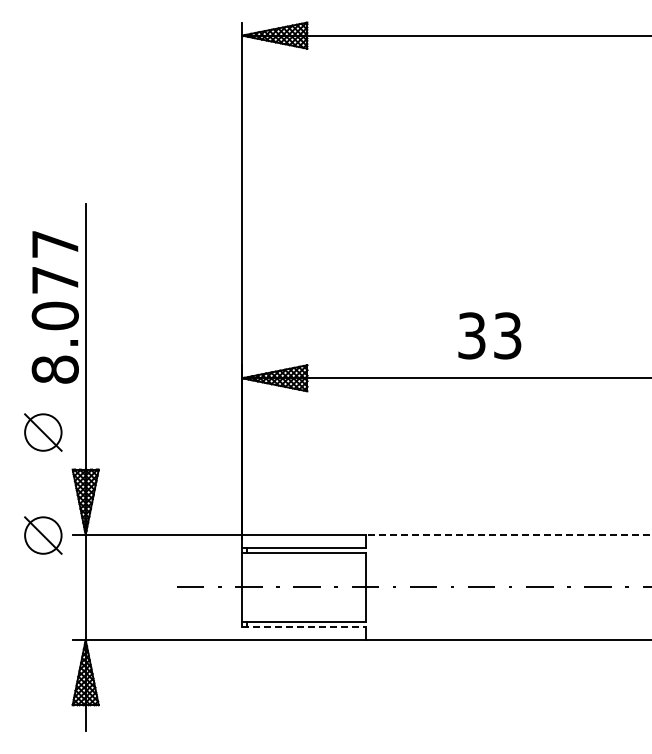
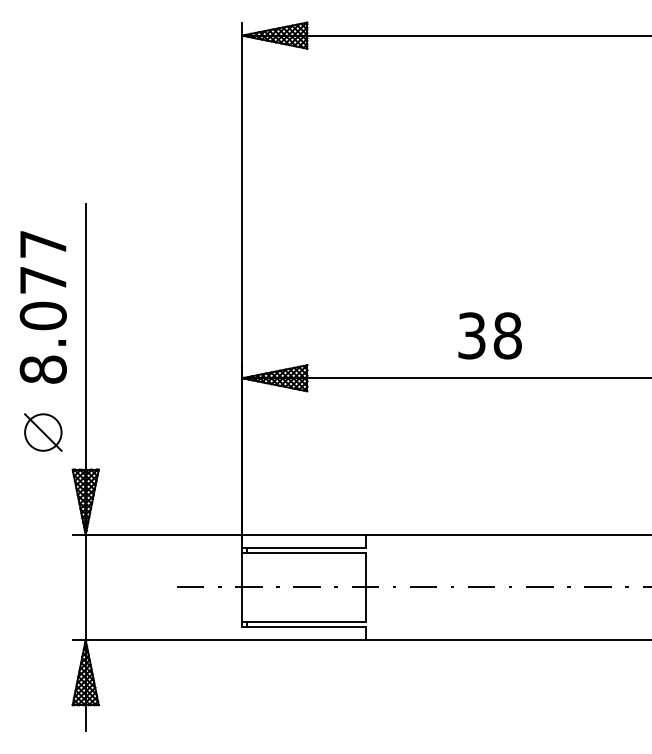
text at (54, 307) position: (54, 307) -> (42, 307)
text at (507, 335): 33 -> 38
line at (509, 534): dashed -> solid
part at (43, 535): present -> none
line at (304, 626): dashed -> solid
